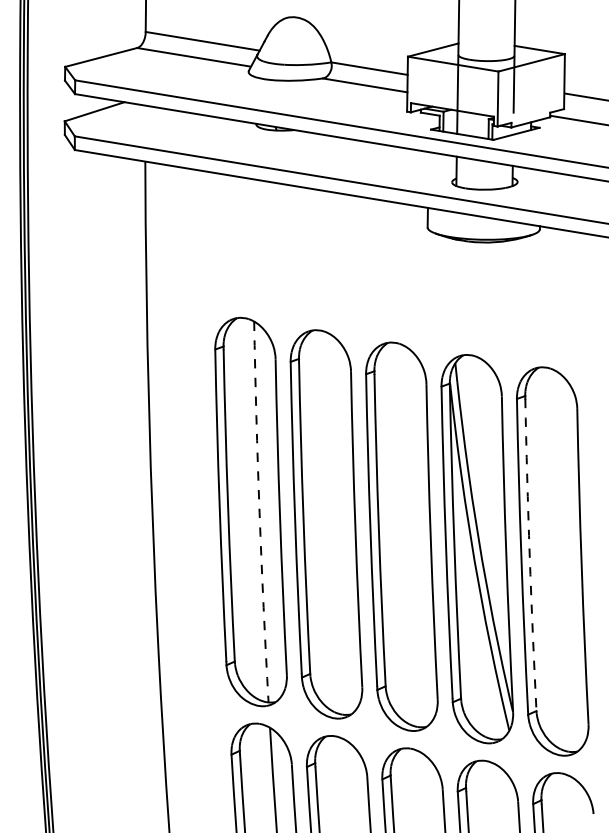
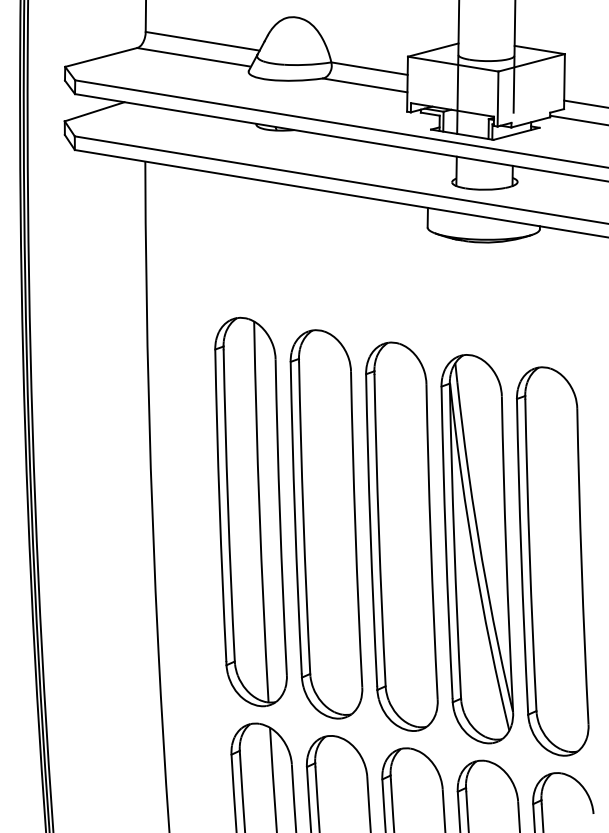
line at (585, 96) position: (585, 96) -> (584, 103)
arc at (259, 512): dashed -> solid
arc at (529, 554): dashed -> solid
